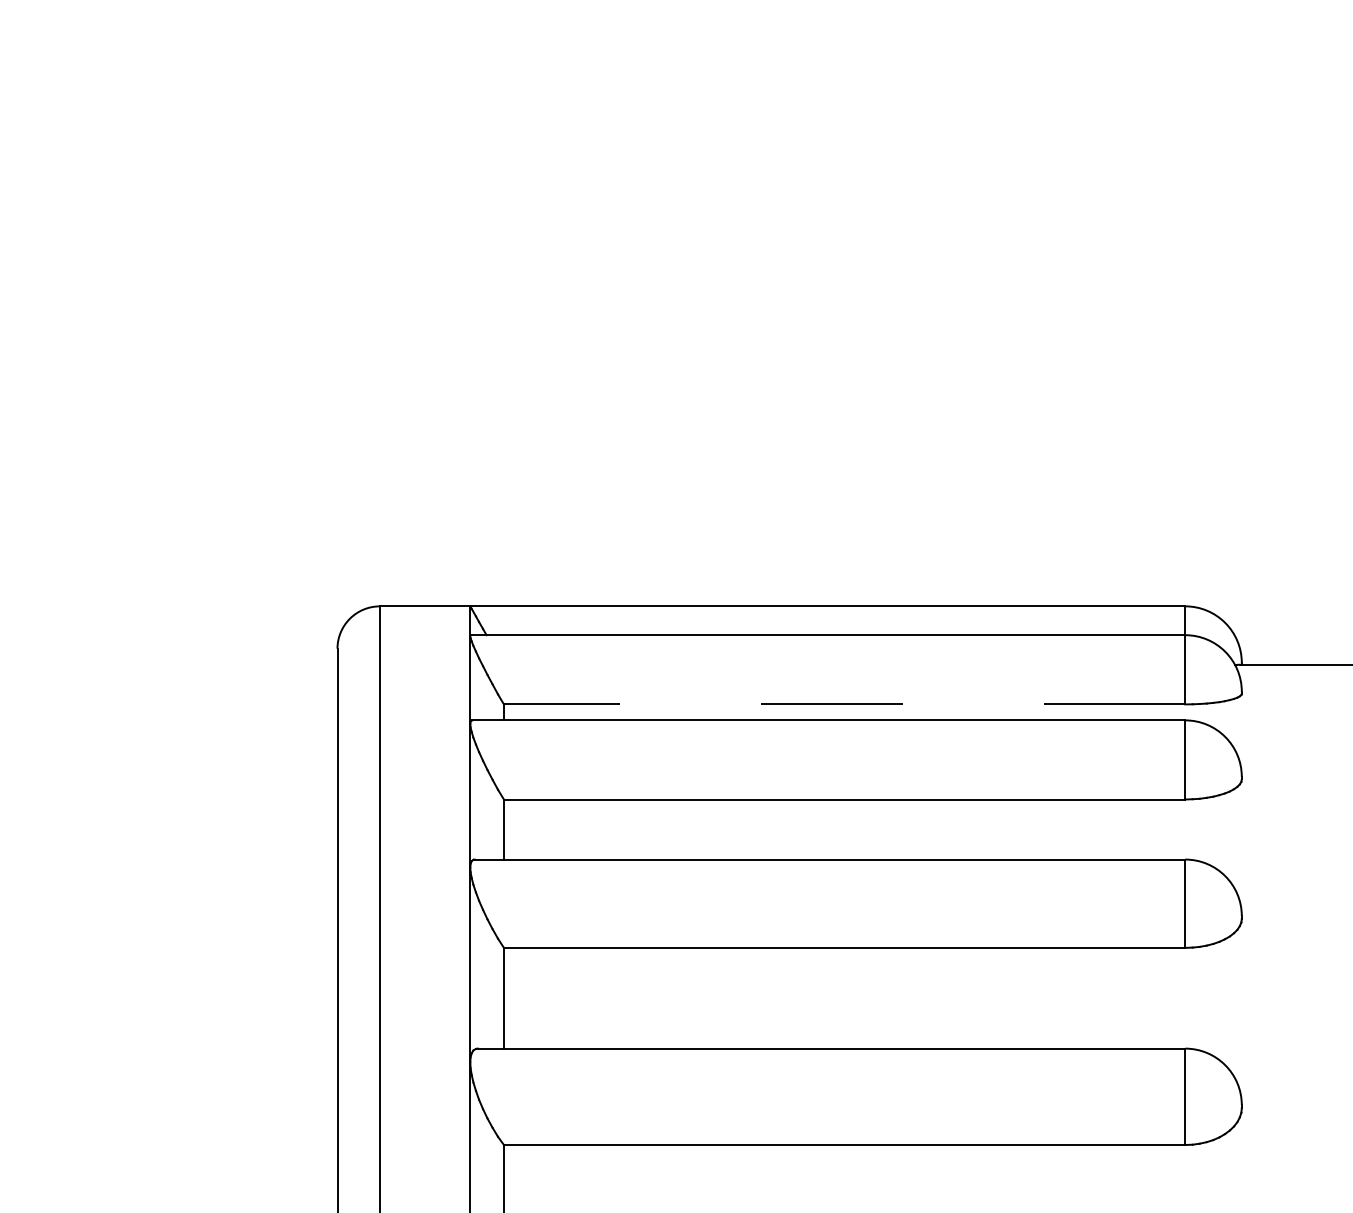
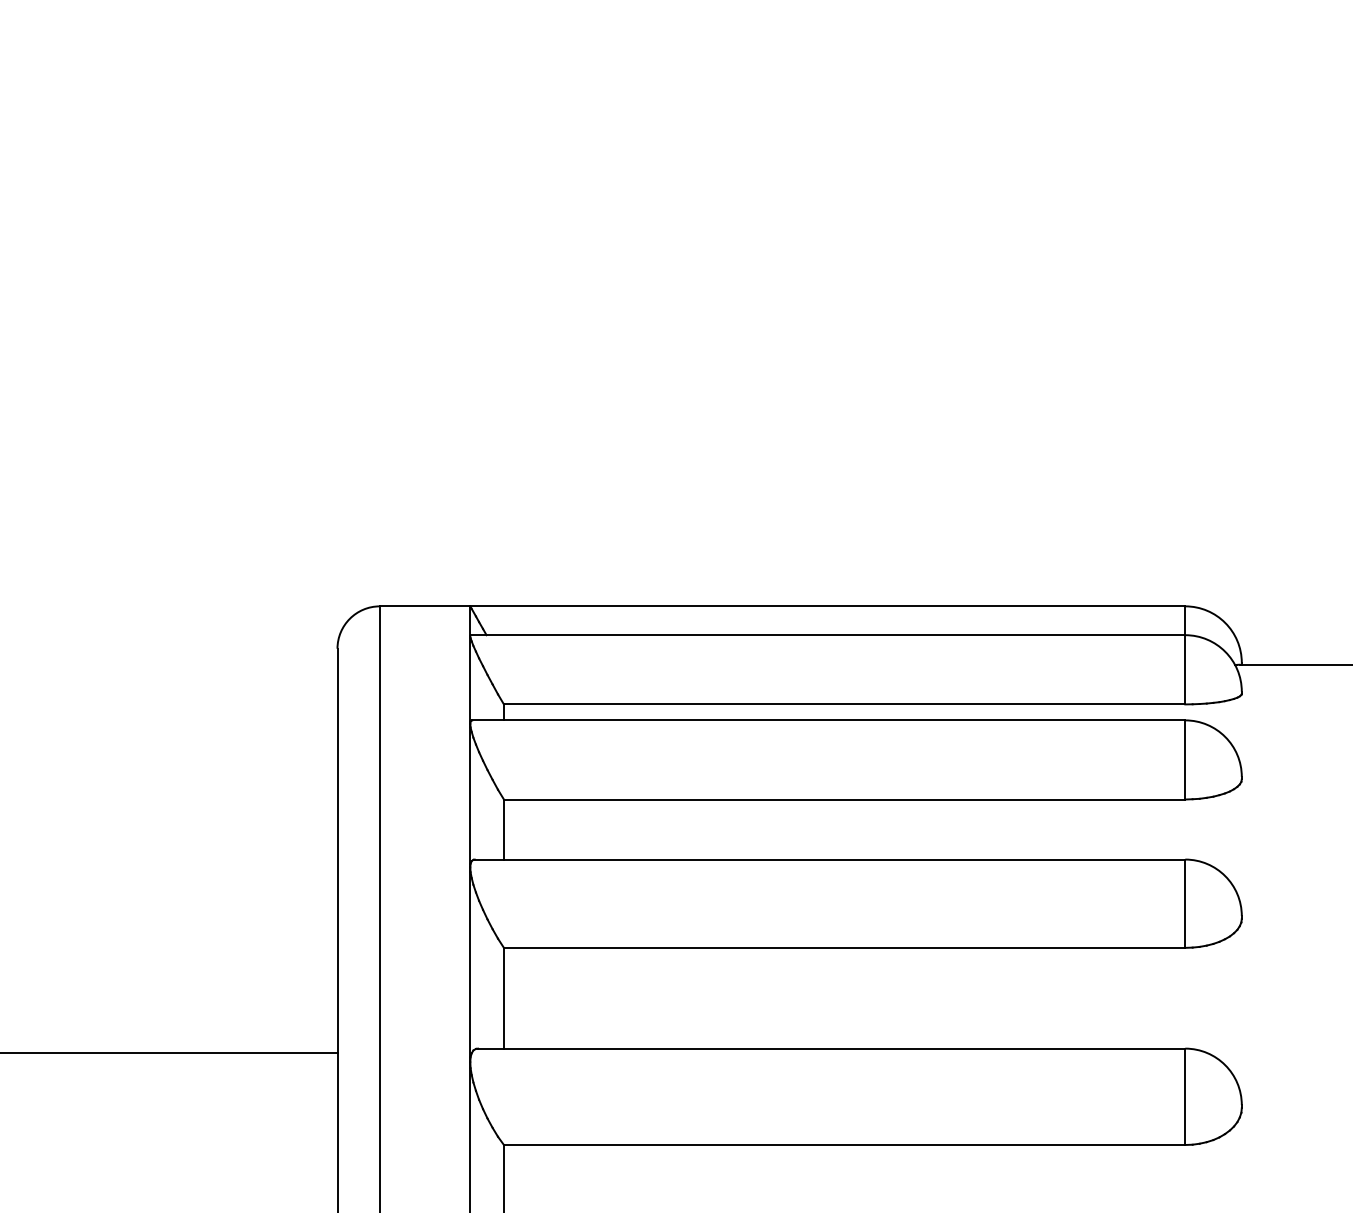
line at (844, 704): dashed -> solid
line at (169, 1053): none -> present
